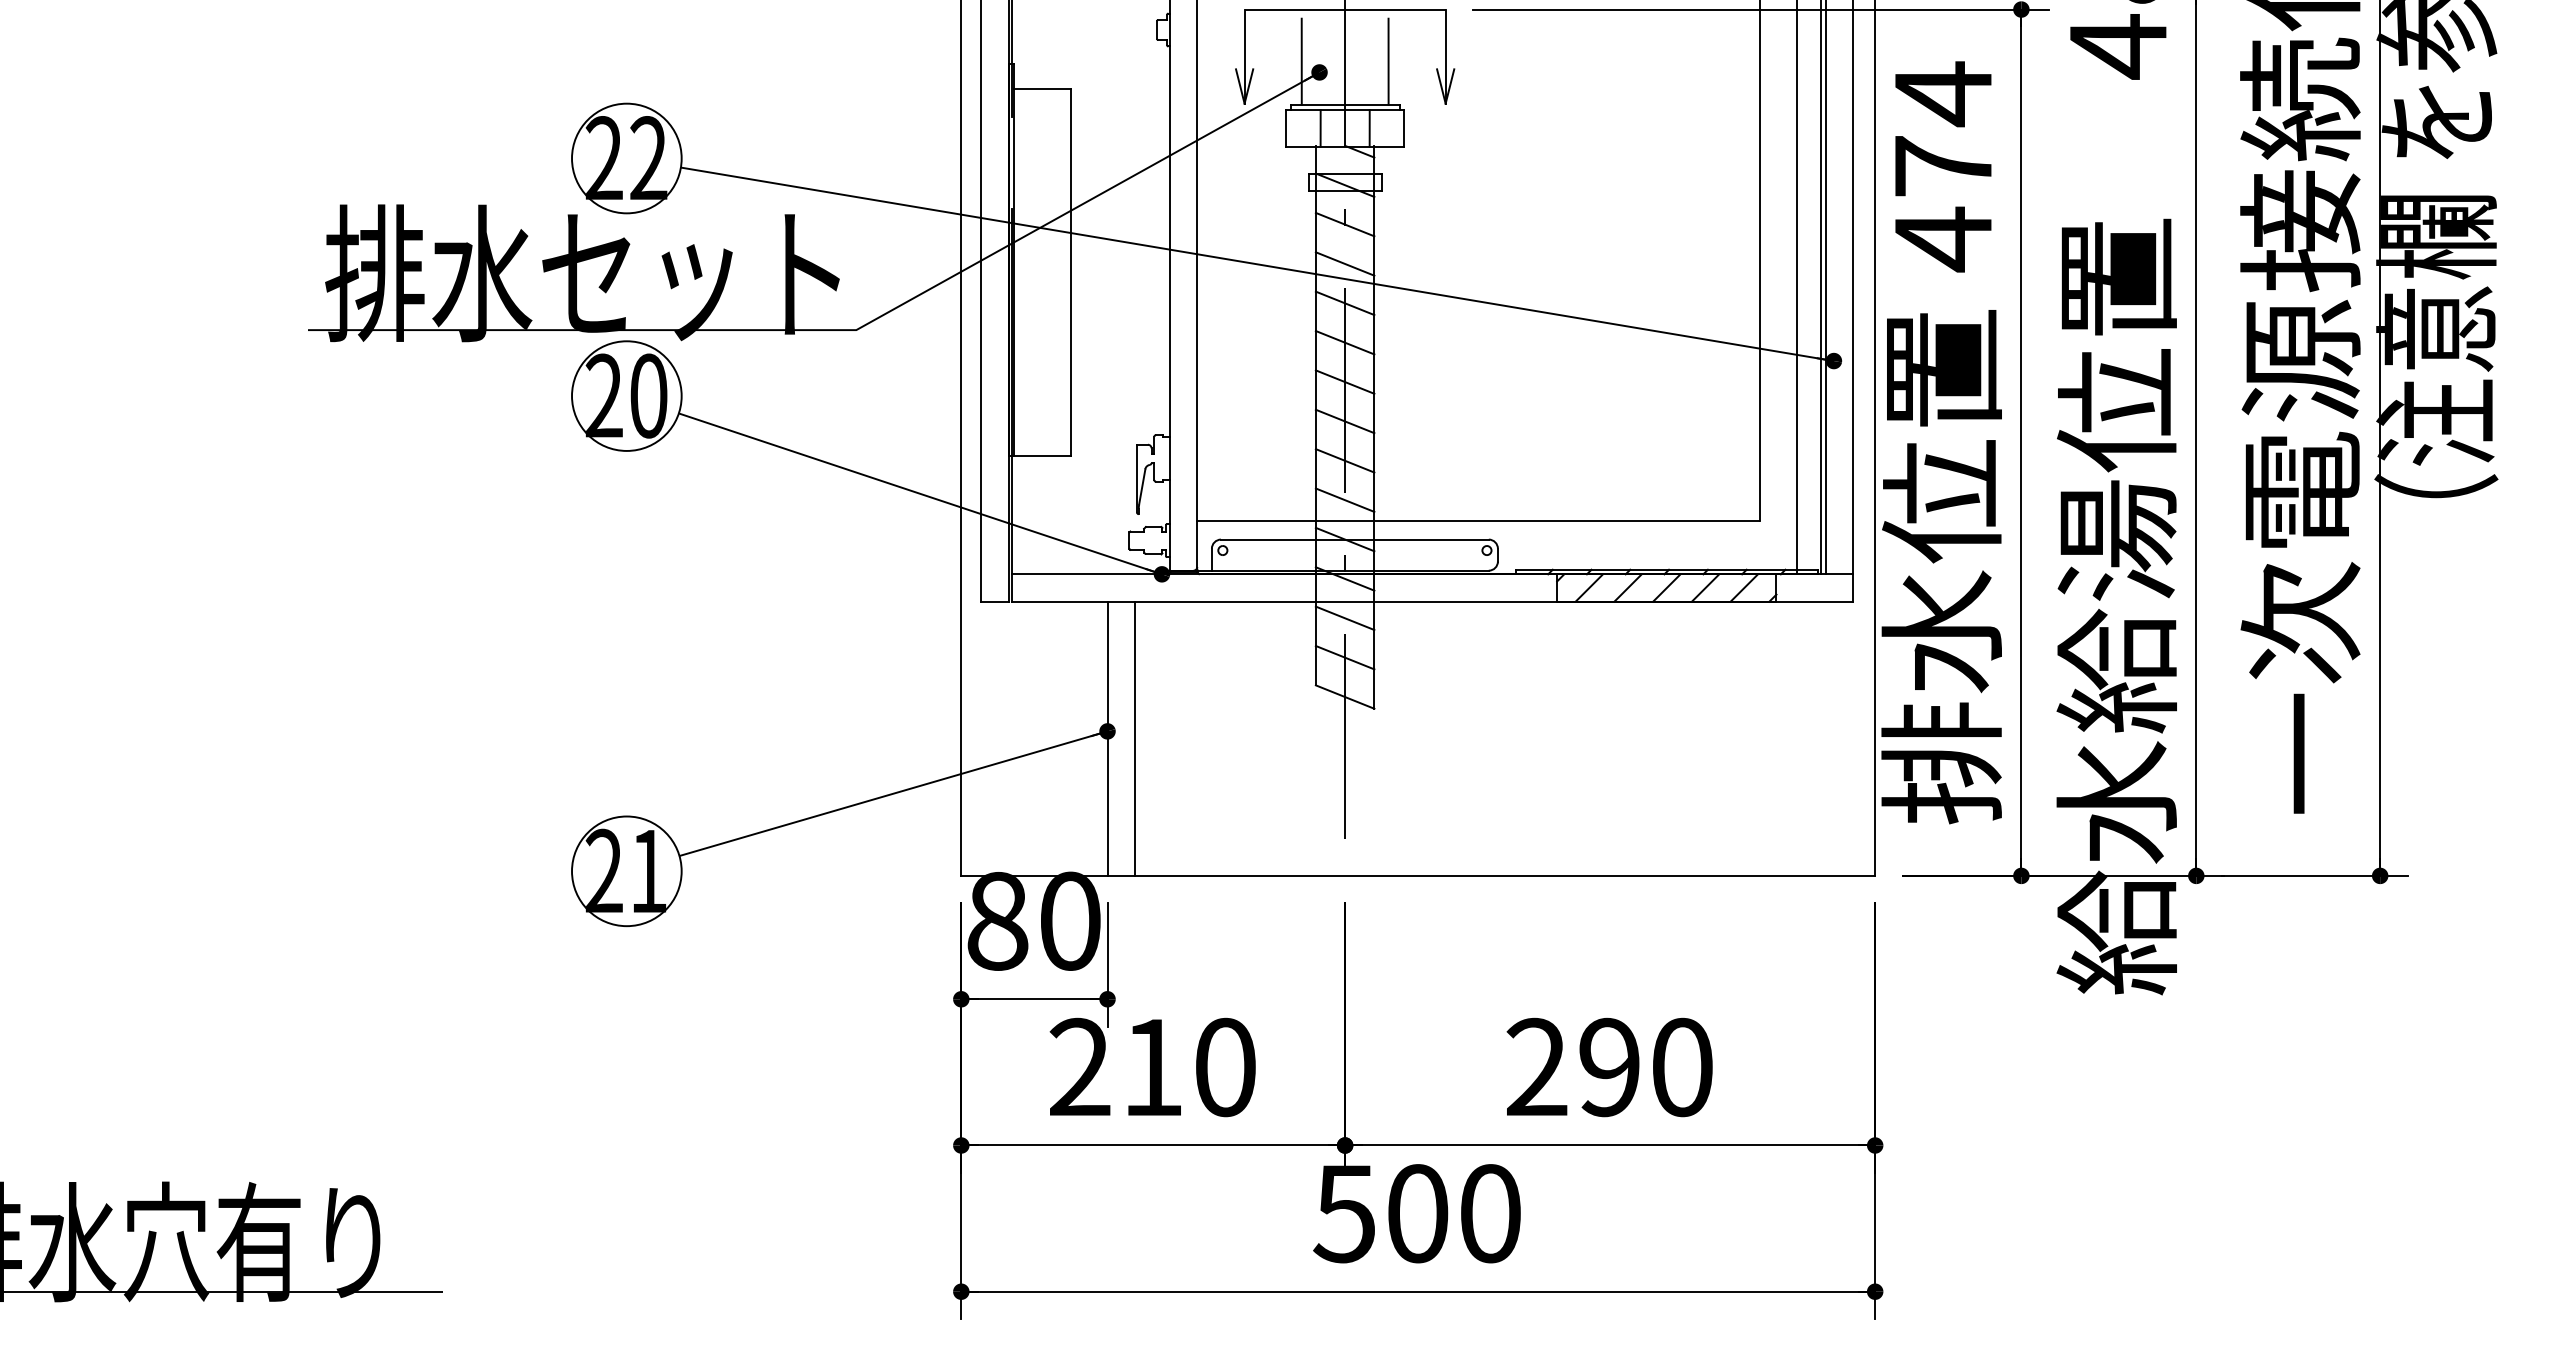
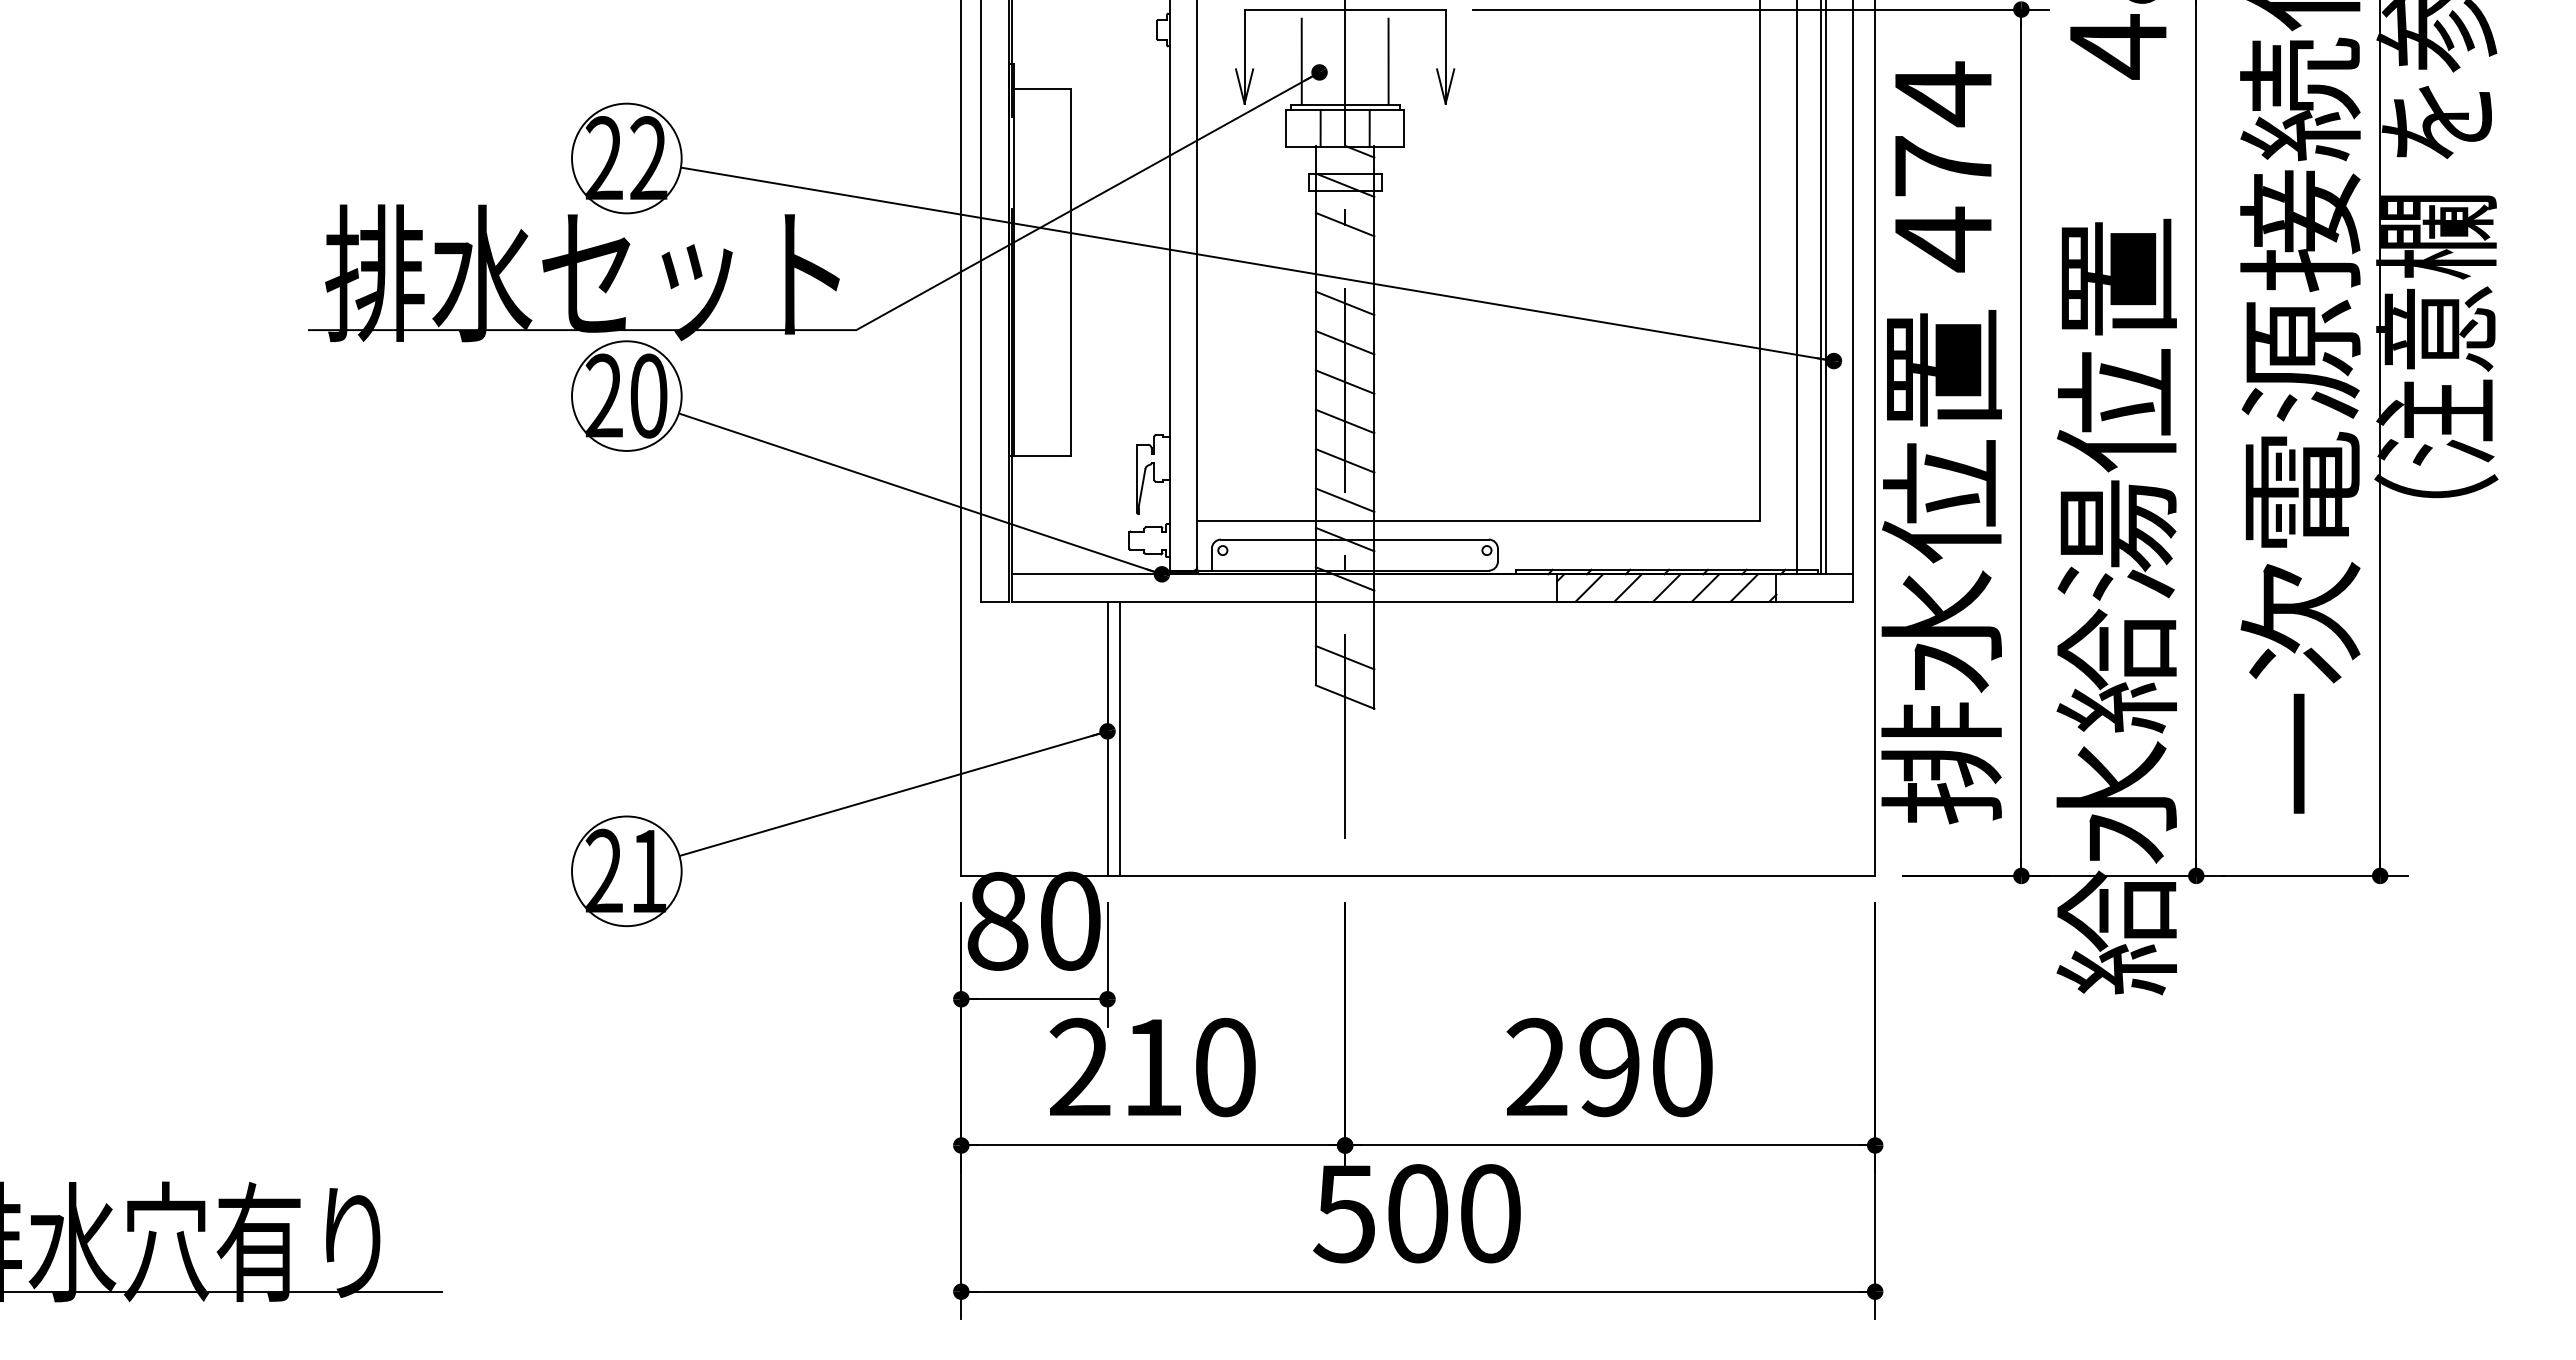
line at (1344, 263): present -> none
line at (1344, 618): present -> none
line at (1134, 738) position: (1134, 738) -> (1119, 738)
